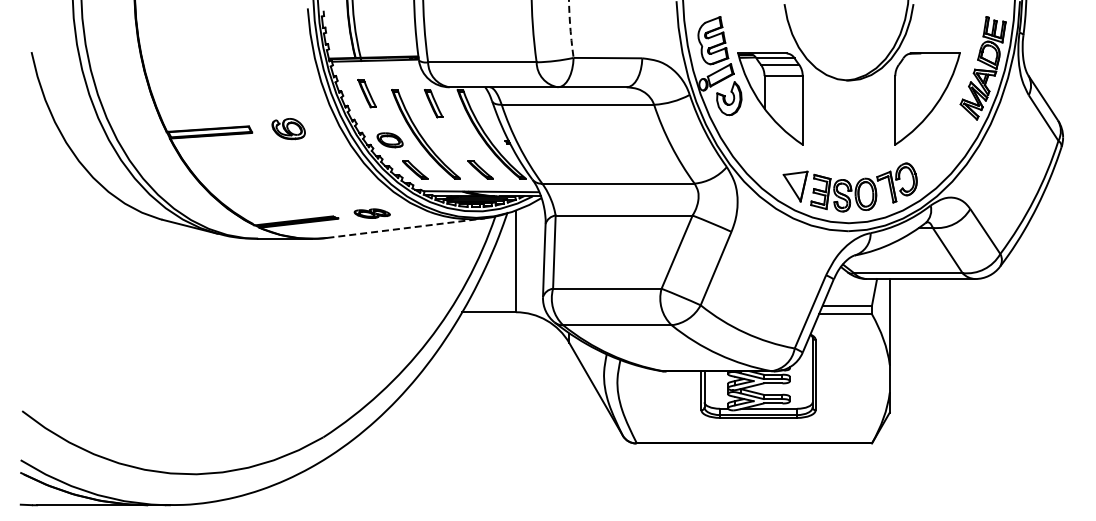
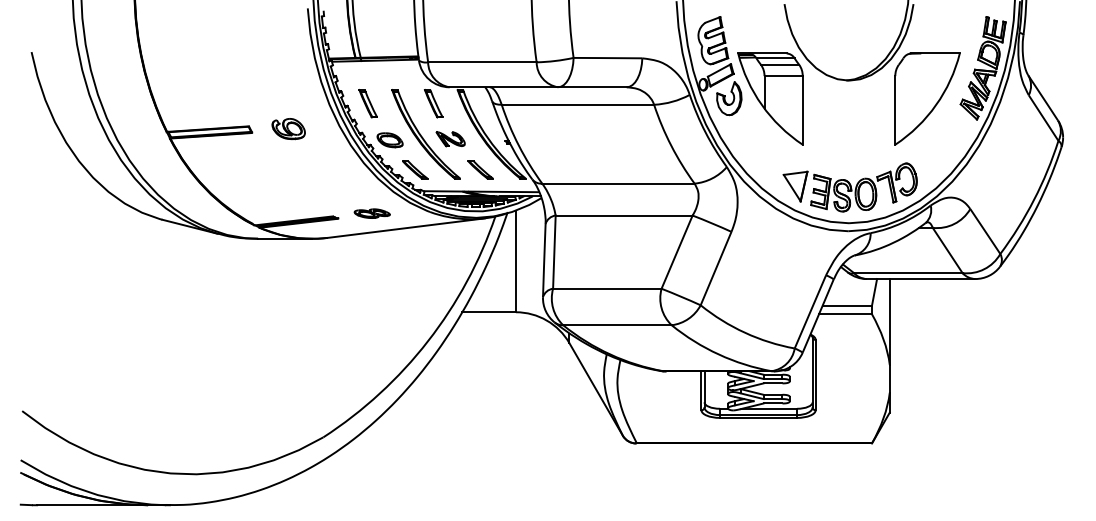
arc at (570, 28): dashed -> solid
part at (366, 93) position: (366, 93) -> (367, 103)
part at (450, 139): none -> present
line at (406, 228): dashed -> solid
